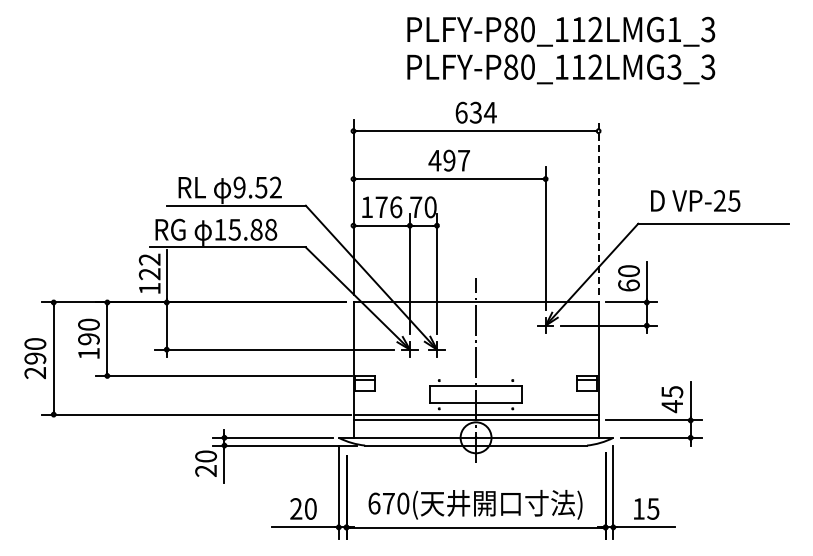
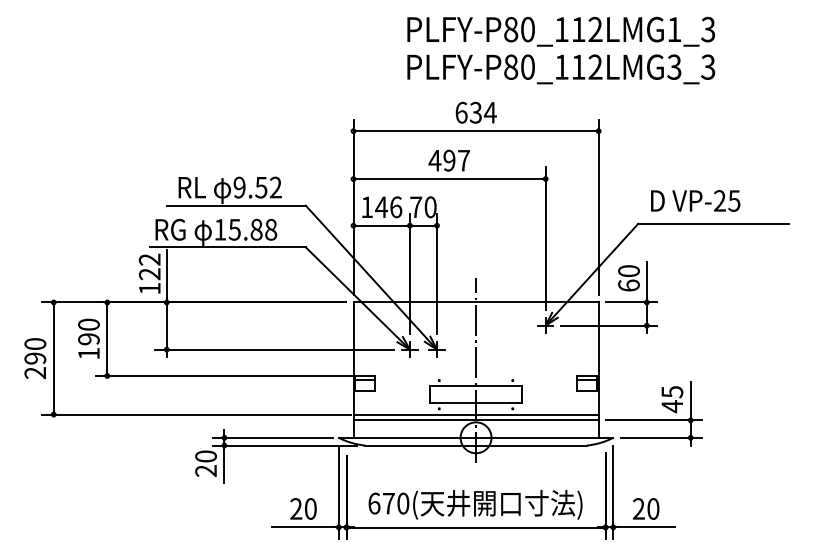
text at (381, 206): 176 -> 146
line at (598, 207): dashed -> solid
text at (646, 508): 15 -> 20
